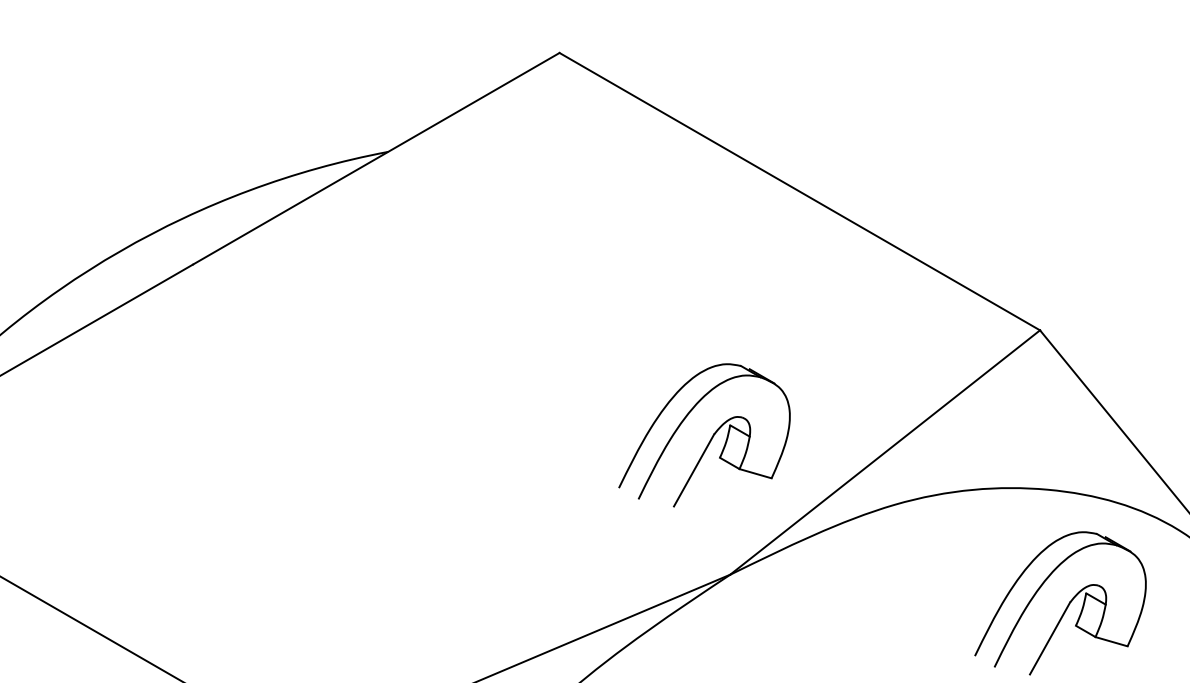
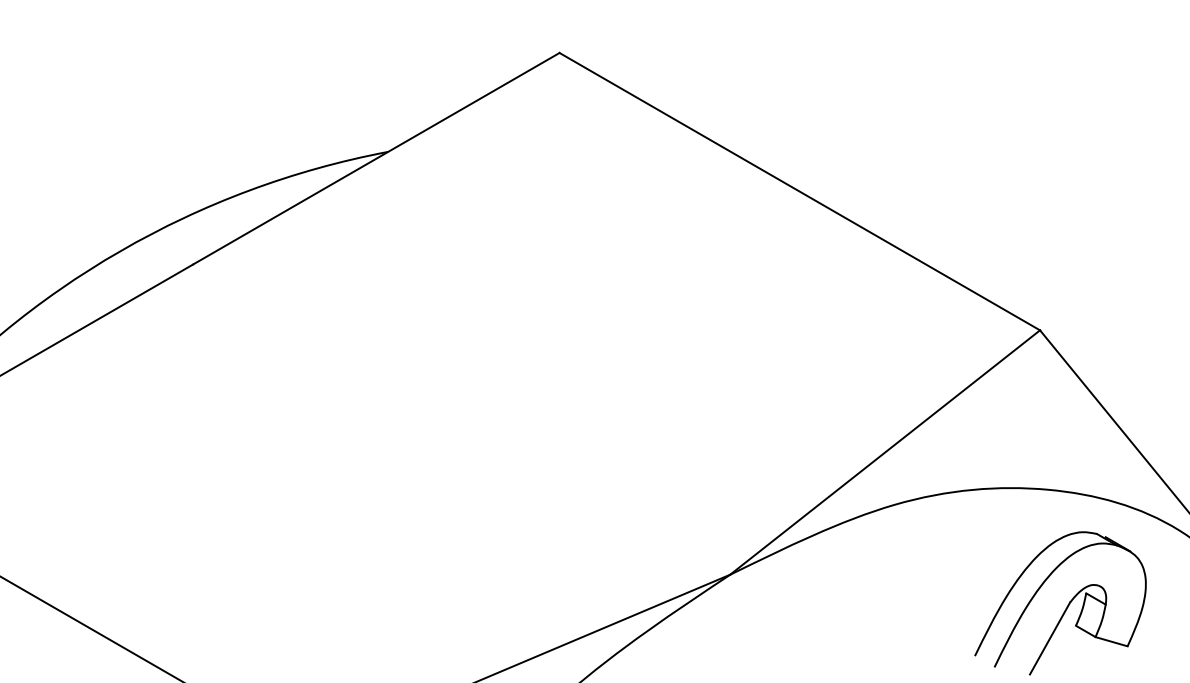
part at (710, 438): present -> none
